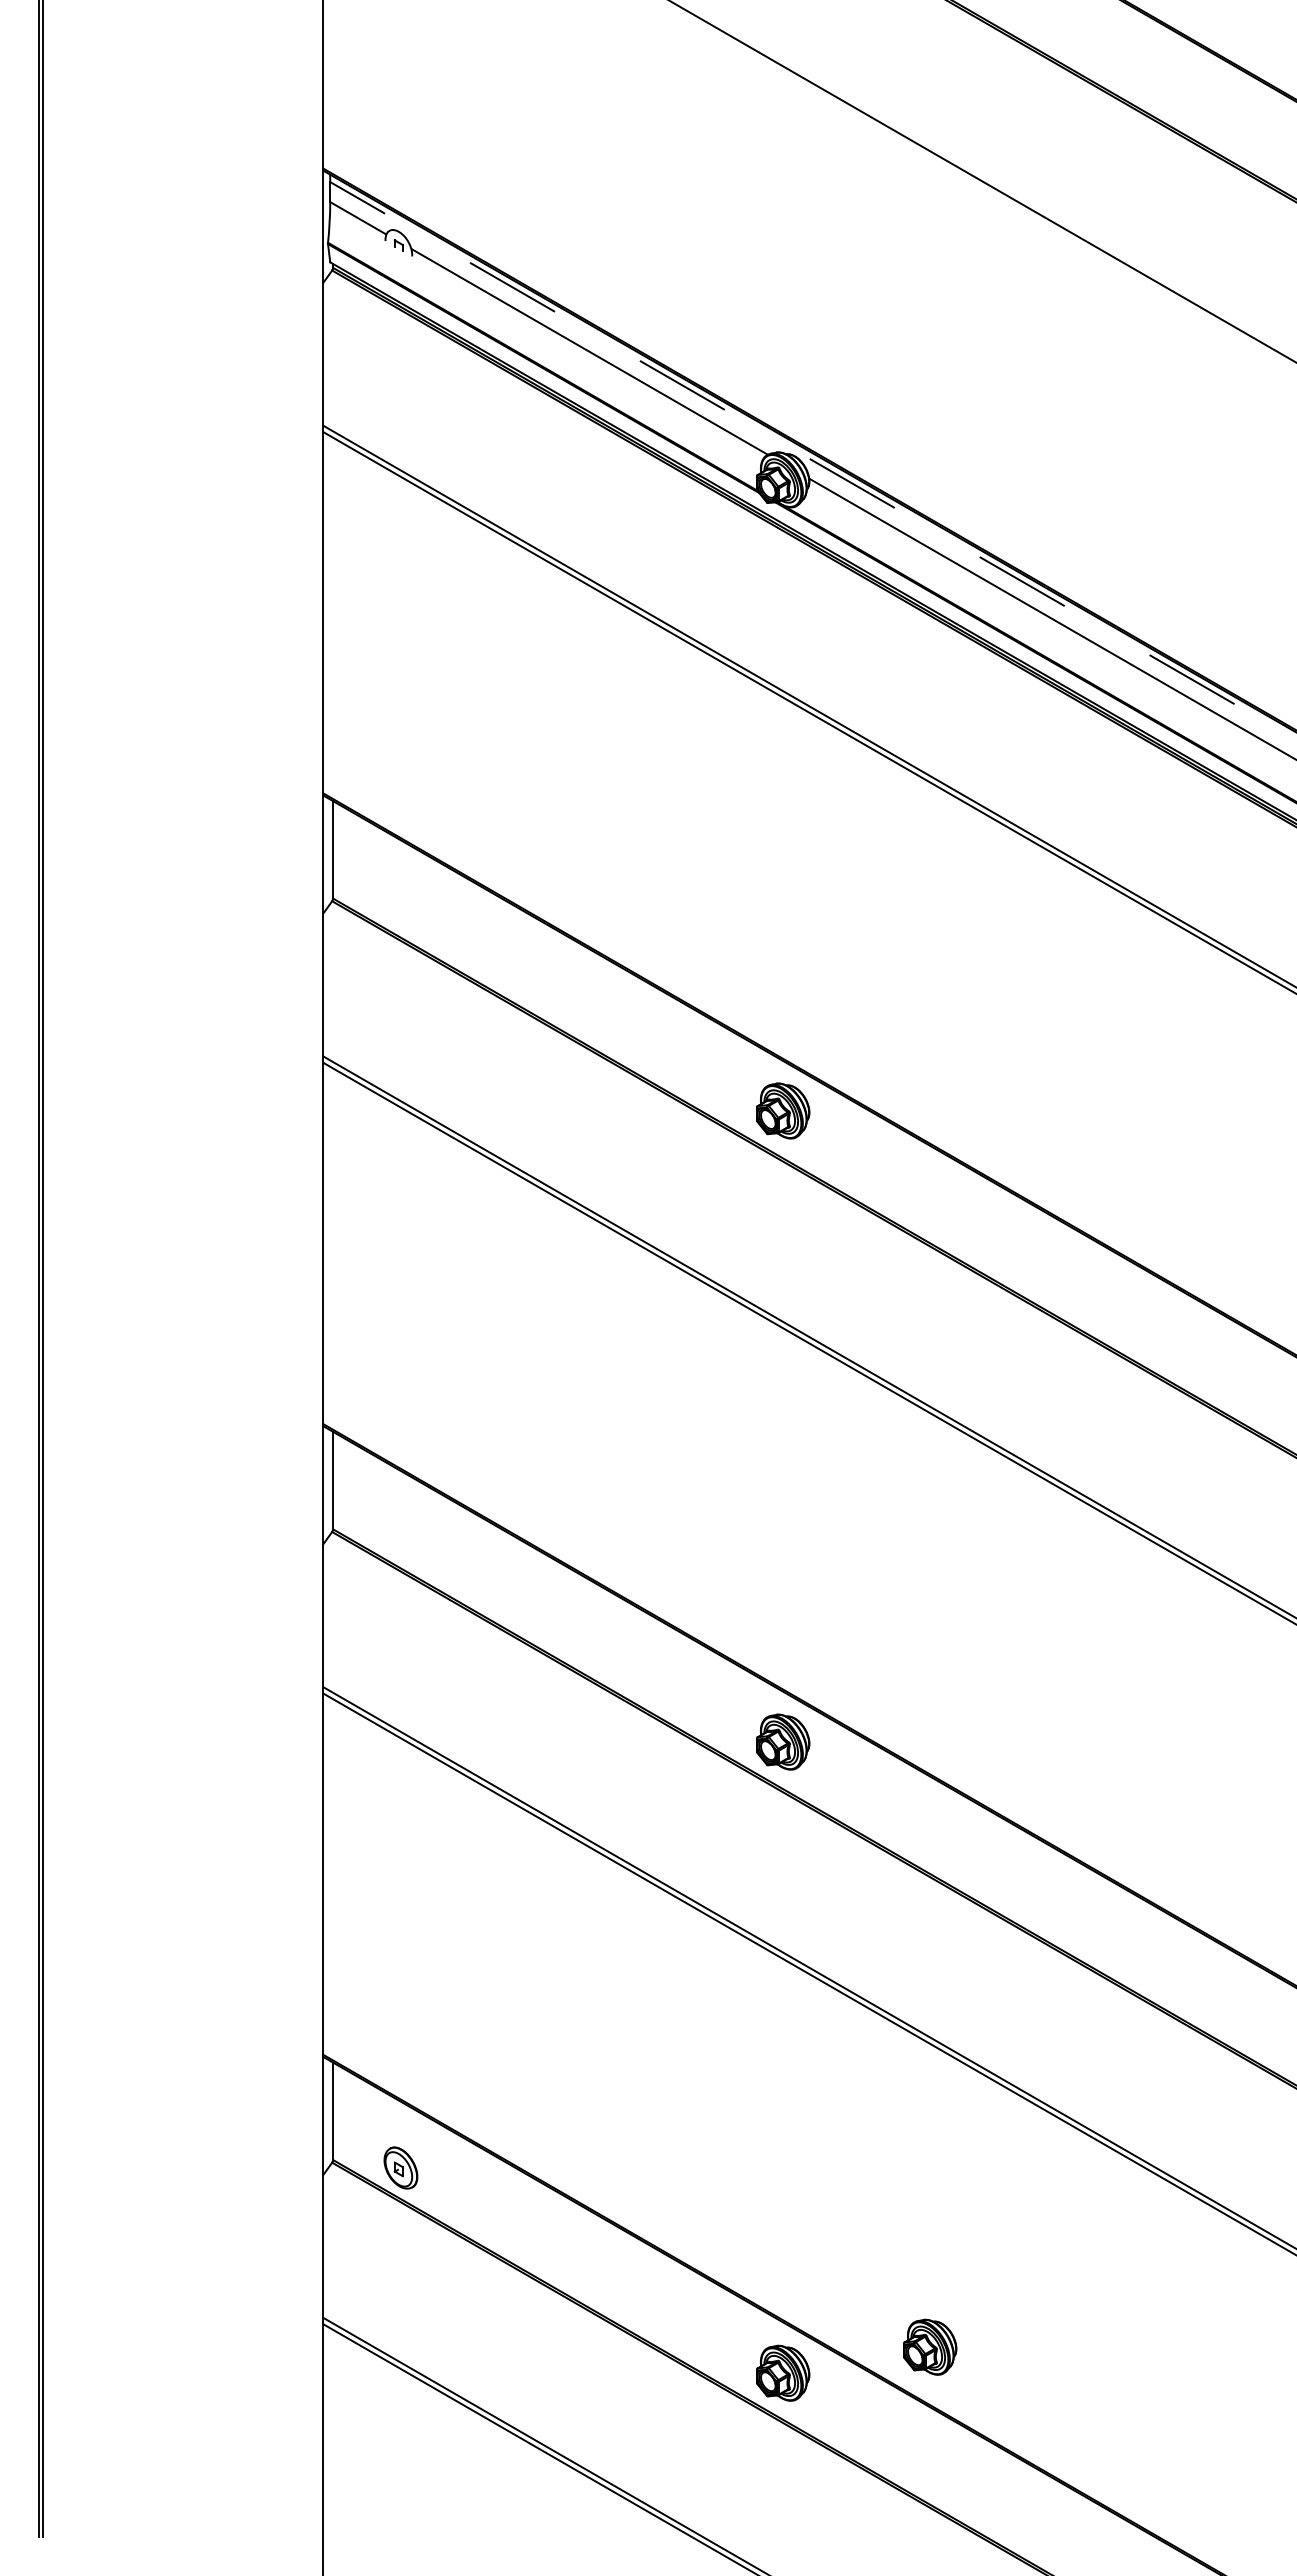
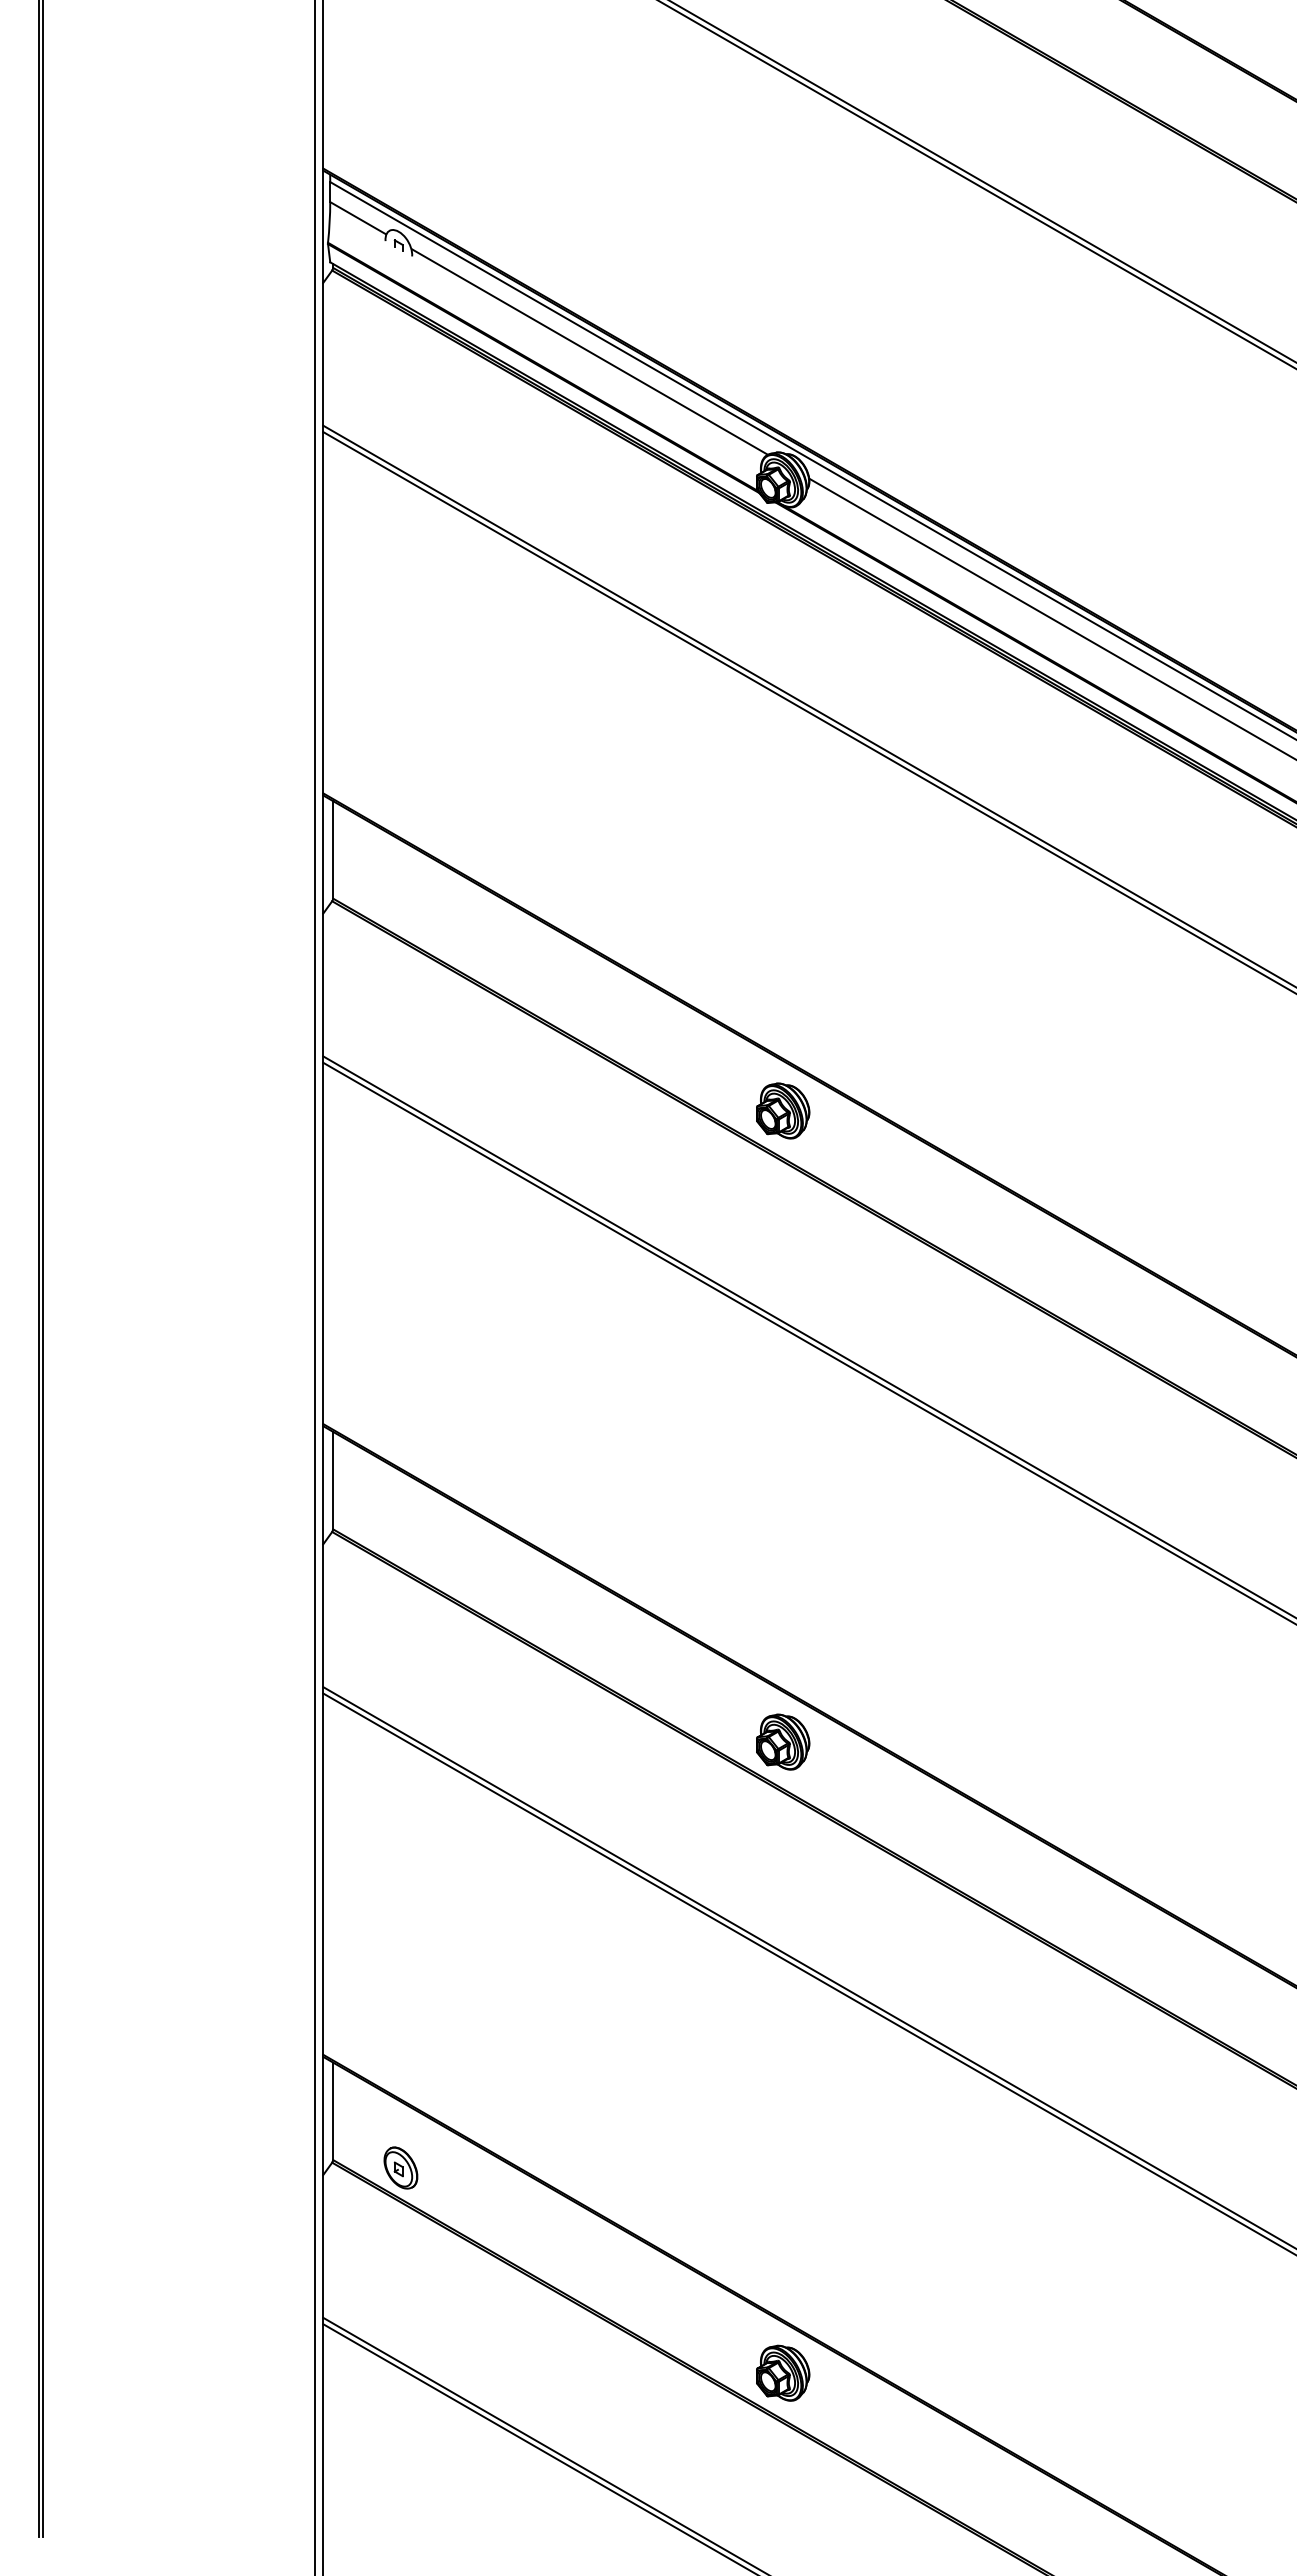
line at (976, 184): none -> present
line at (813, 461): dashed -> solid
line at (315, 1287): none -> present
part at (930, 2346): present -> none
